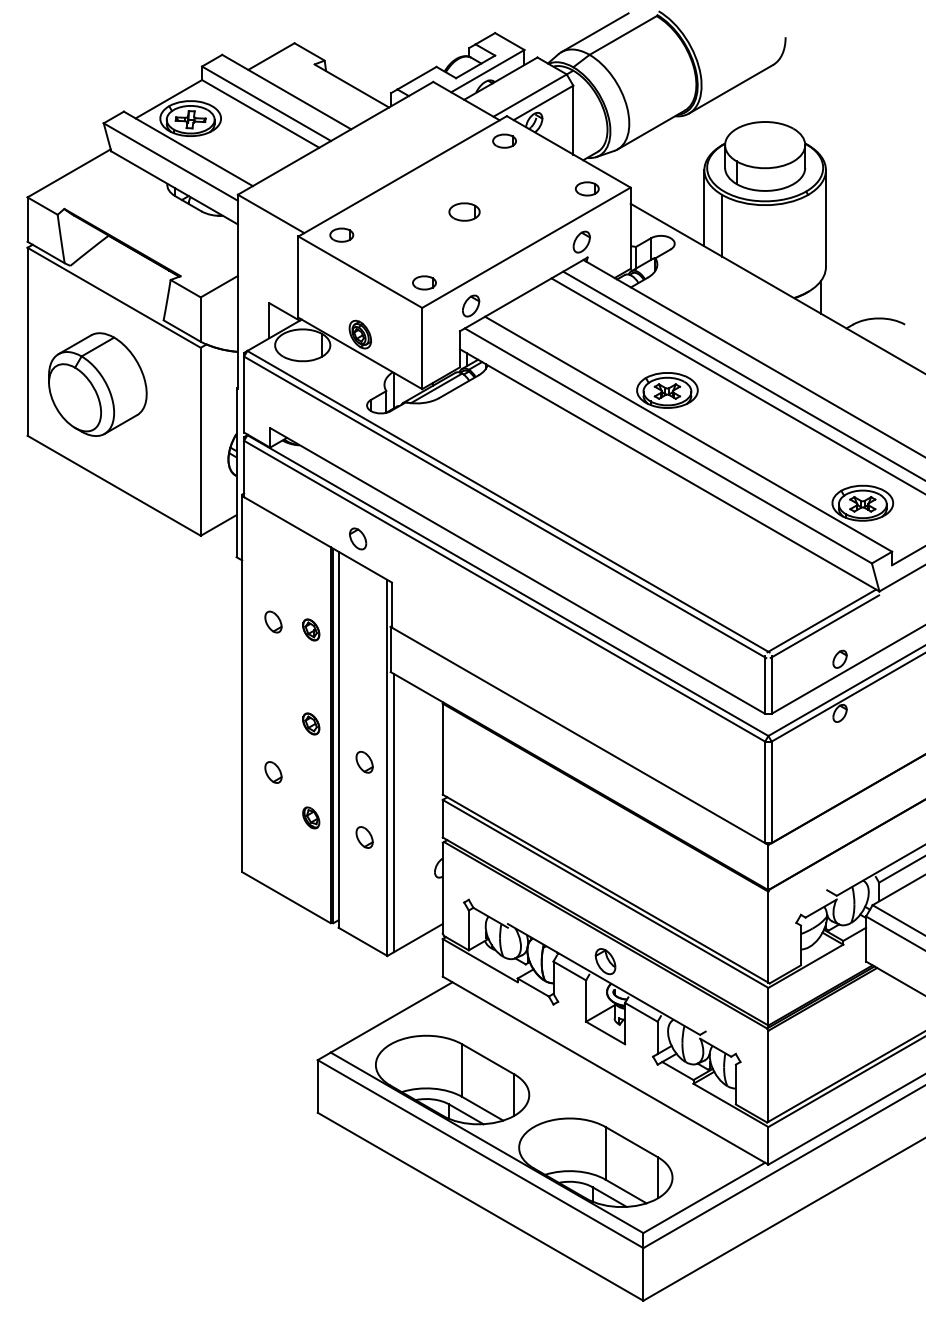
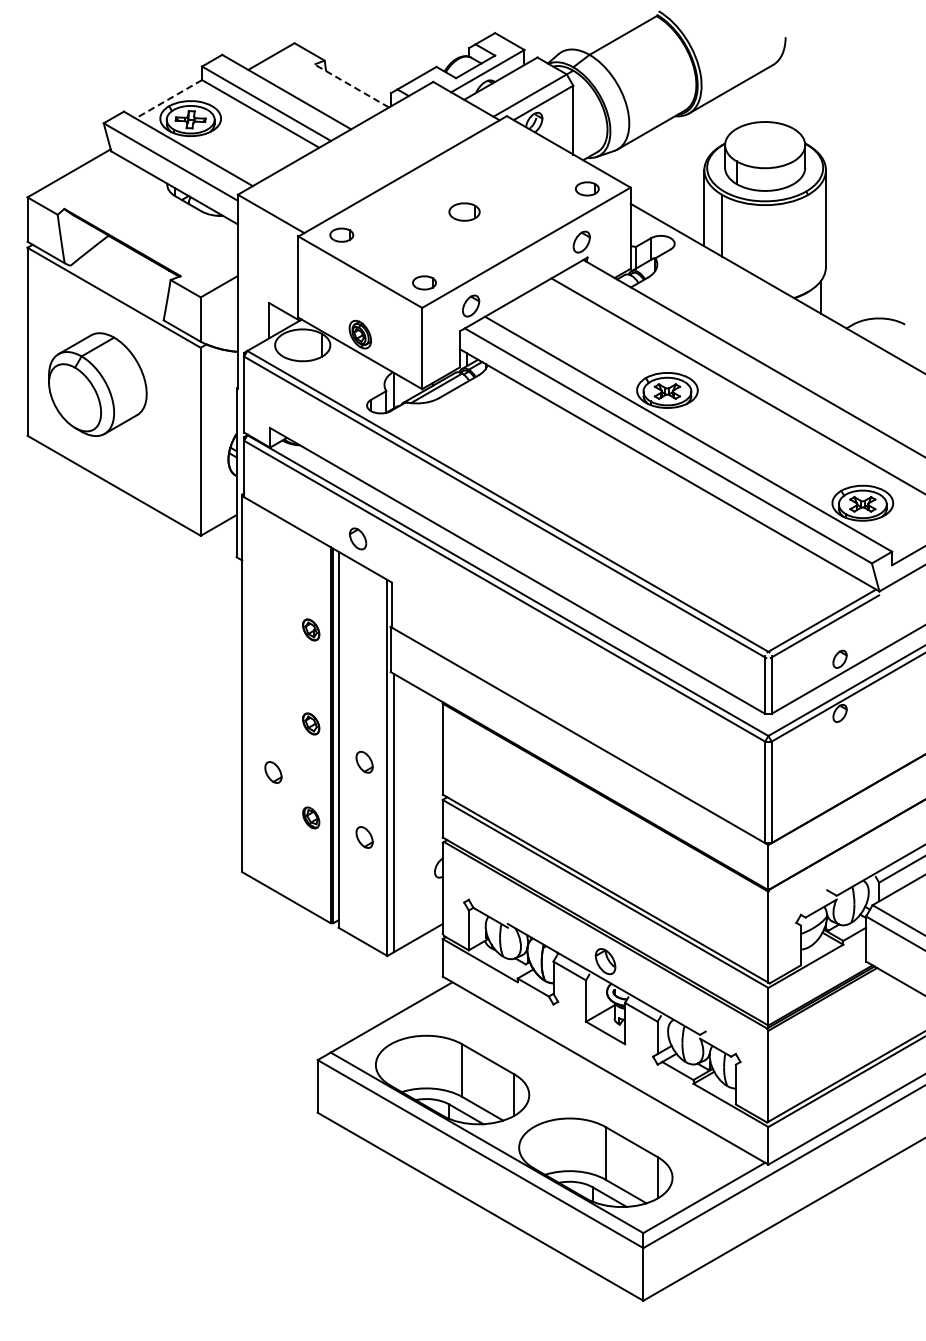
line at (594, 32): present -> none
line at (351, 85): solid -> dashed
line at (168, 99): solid -> dashed
part at (504, 140): present -> none
line at (742, 375): present -> none
part at (273, 621): present -> none
